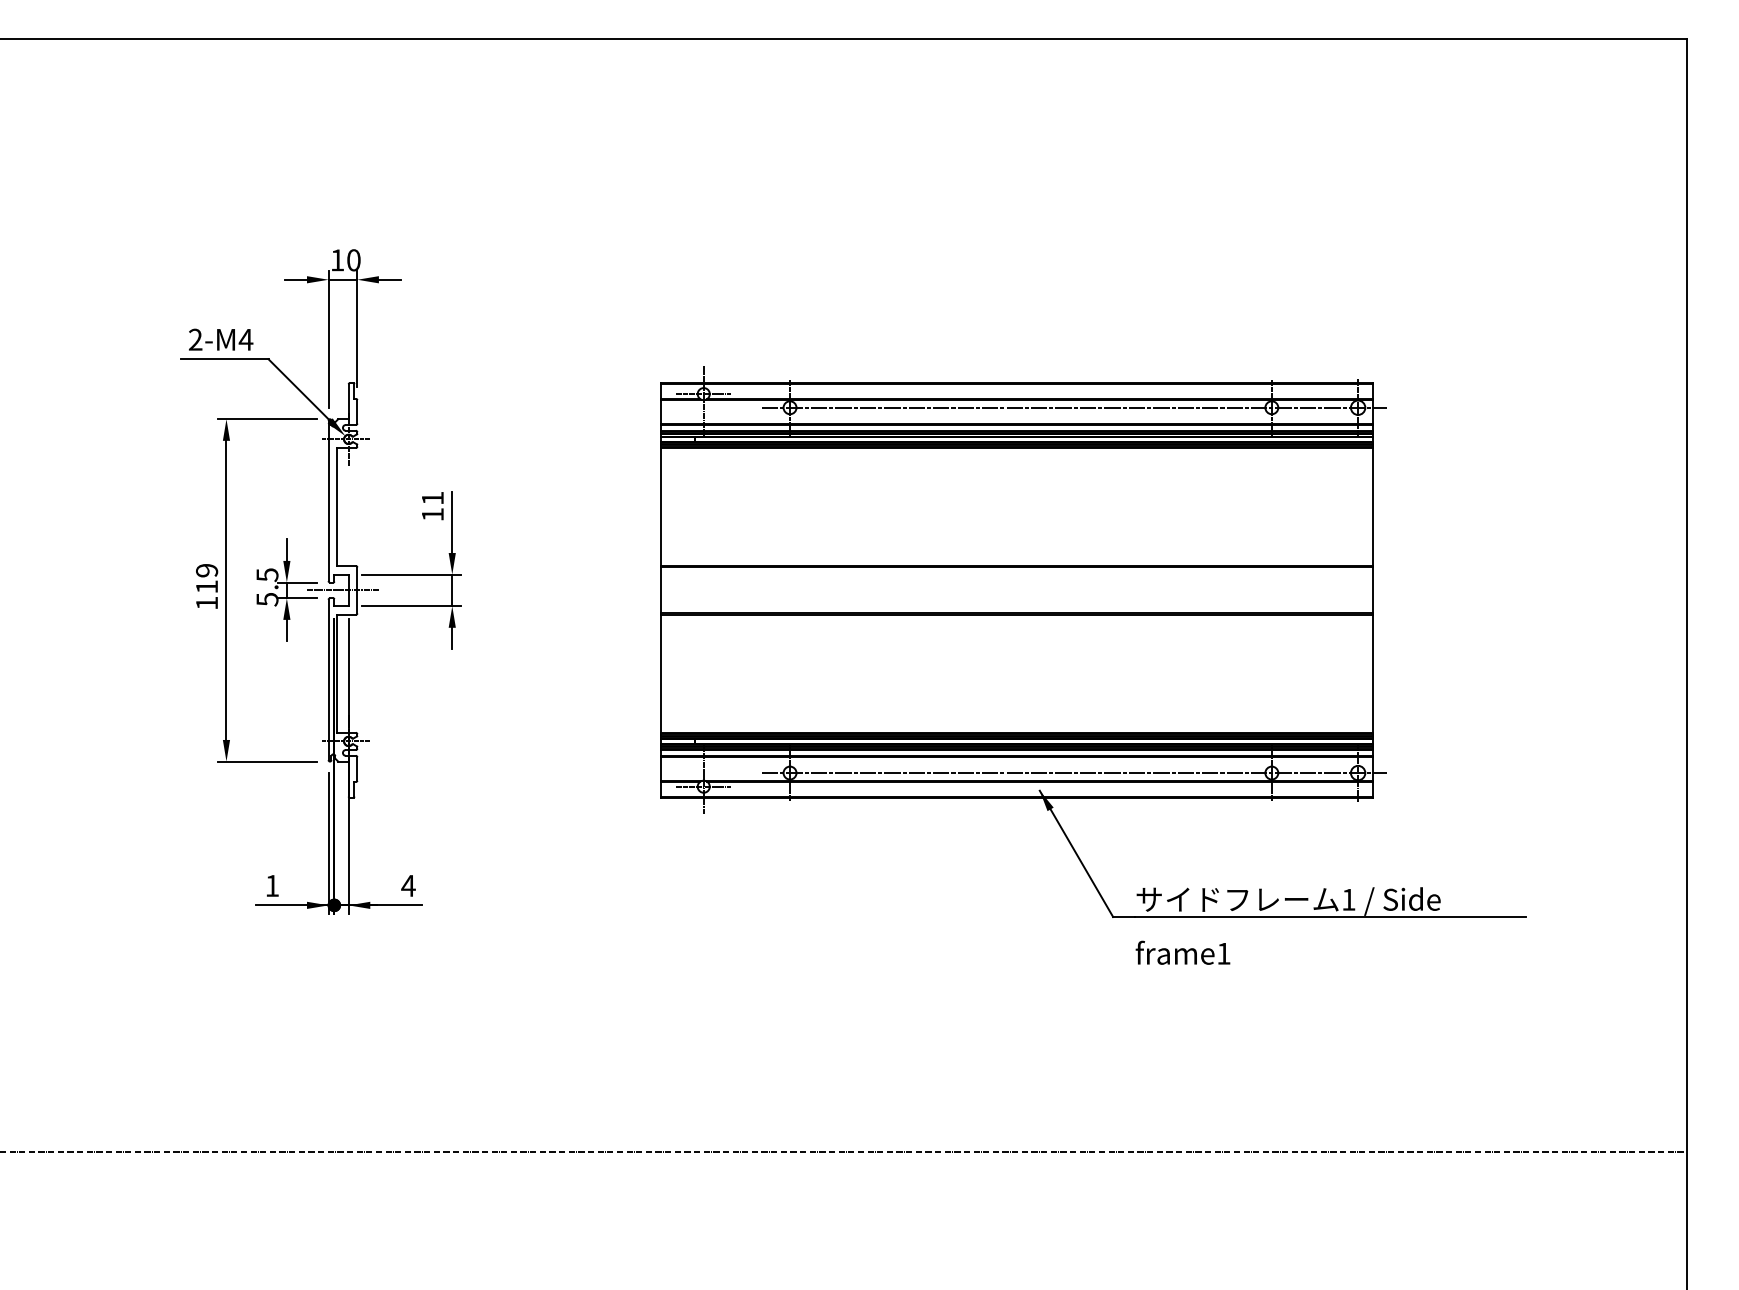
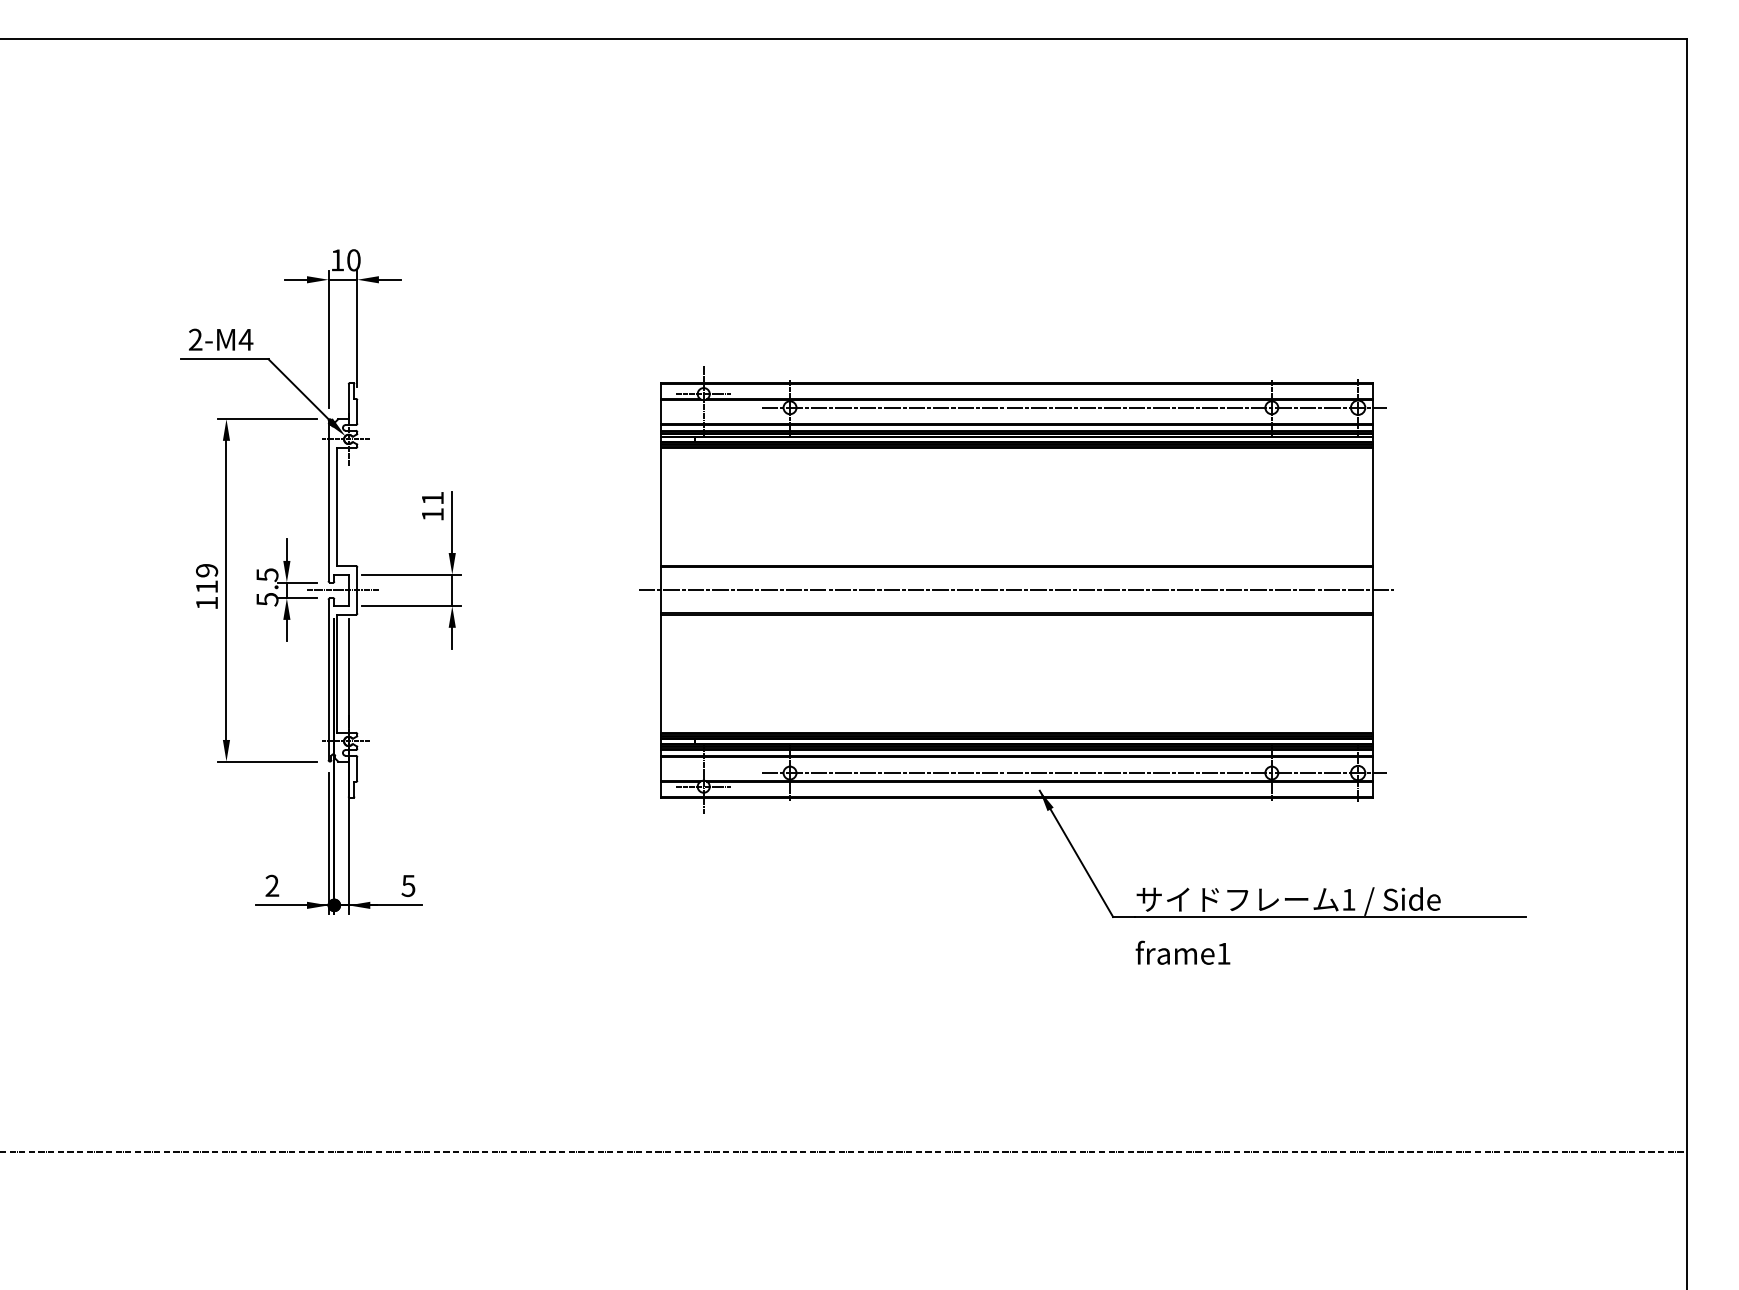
line at (1016, 590): none -> present
text at (272, 885): 1 -> 2
text at (408, 886): 4 -> 5
